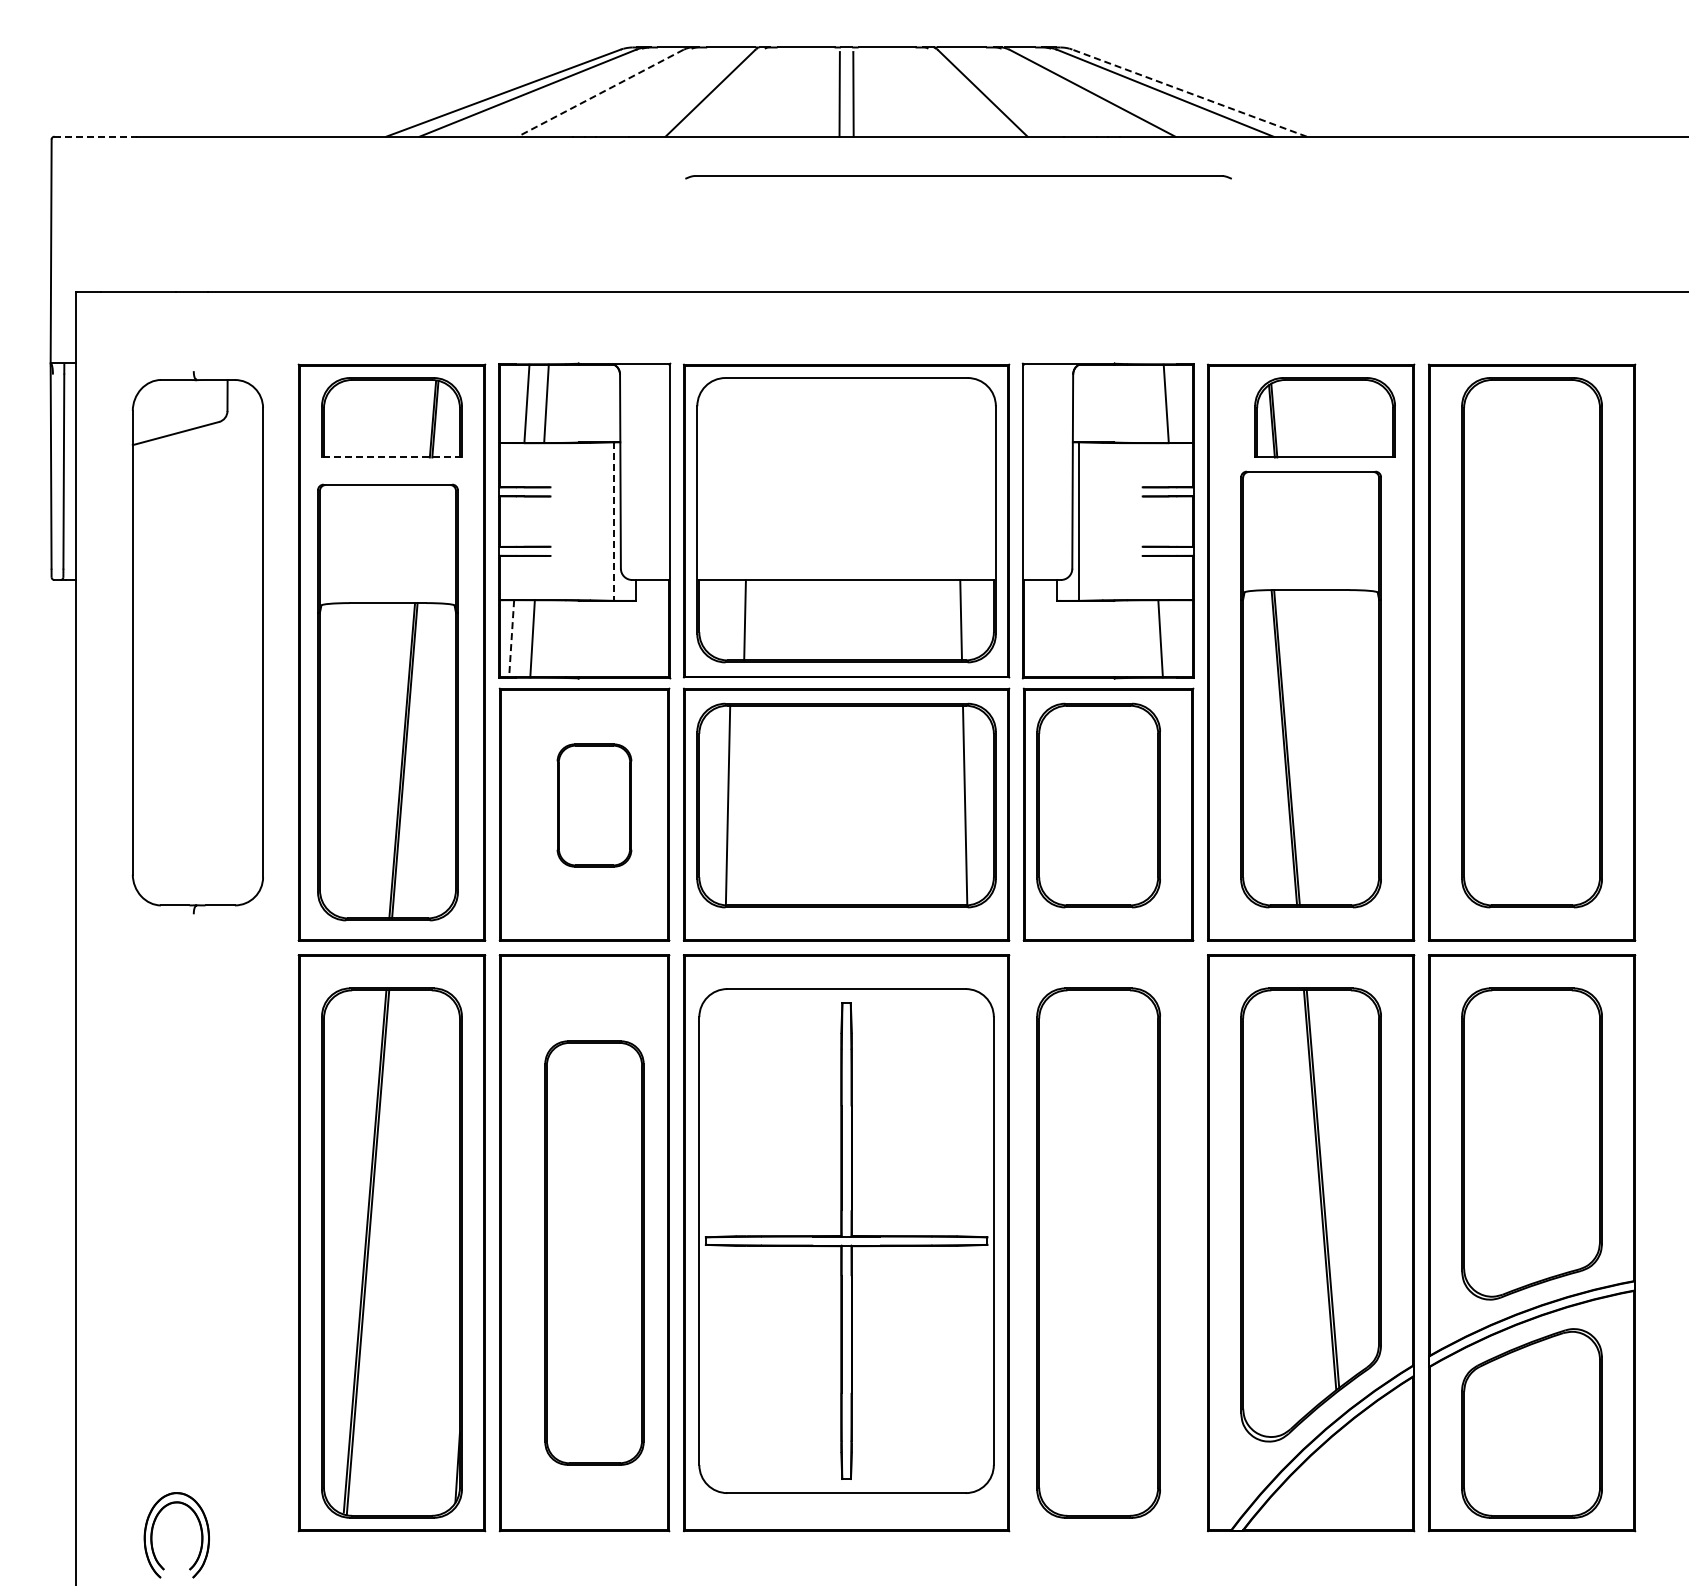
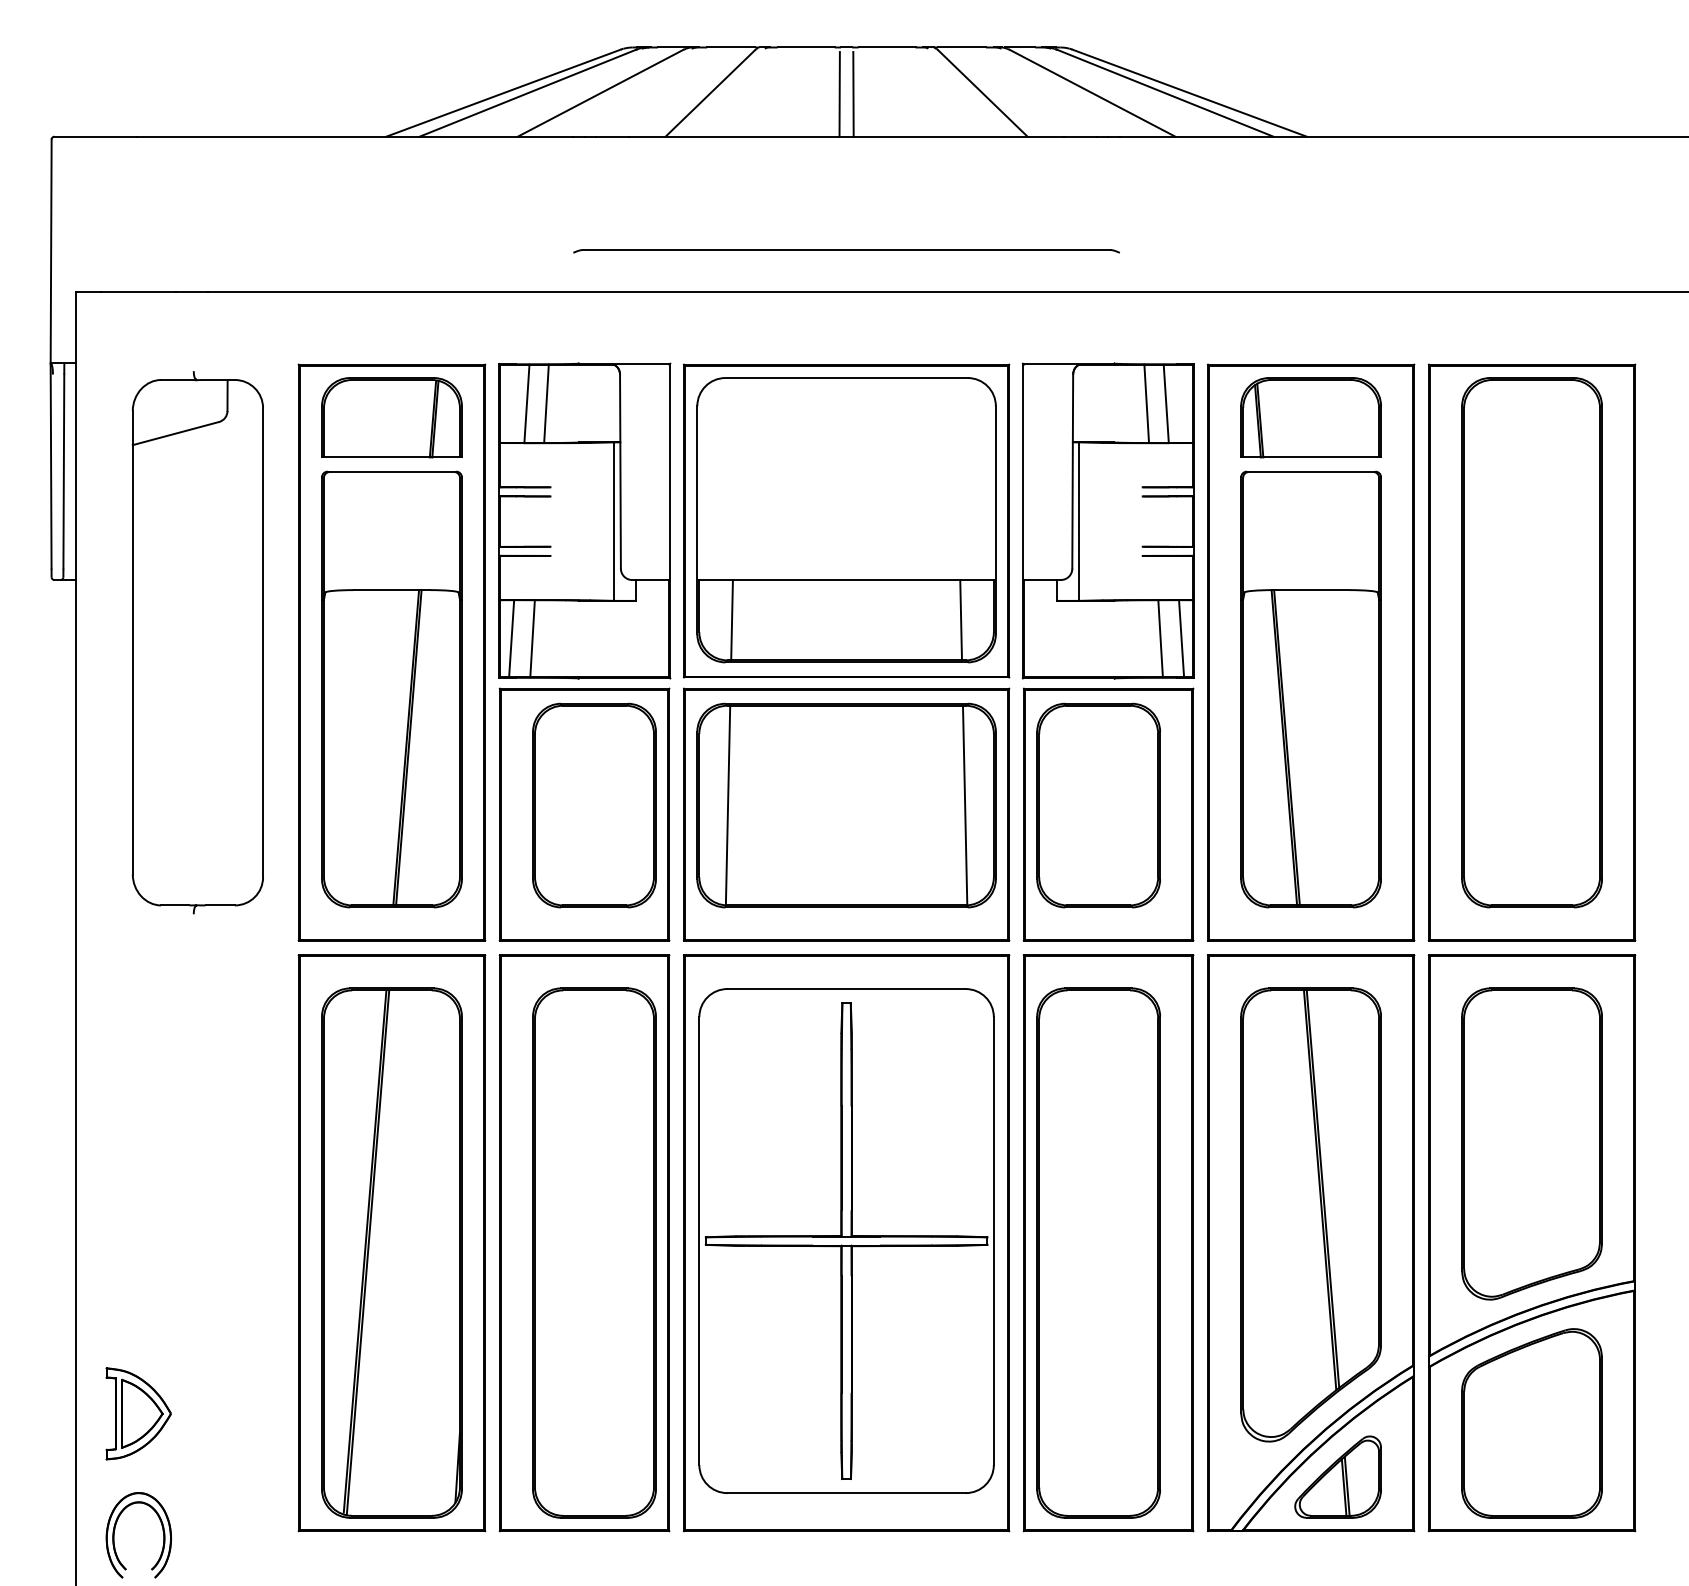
line at (1189, 92): dashed -> solid
line at (600, 93): dashed -> solid
line at (96, 136): dashed -> solid
part at (958, 177) position: (958, 177) -> (846, 251)
line at (1146, 403): none -> present
part at (1324, 417) position: (1324, 417) -> (1310, 417)
line at (391, 457): dashed -> solid
line at (614, 522): dashed -> solid
line at (744, 620) position: (744, 620) -> (731, 620)
line at (511, 638): dashed -> solid
line at (1181, 638): none -> present
part at (387, 702) position: (387, 702) -> (391, 689)
part at (594, 805) size: 77x125 px -> 125x207 px
part at (1108, 1243): none -> present
part at (594, 1252) size: 101x426 px -> 125x532 px
part at (138, 1413): none -> present
part at (1337, 1476): none -> present
part at (153, 1530) position: (153, 1530) -> (115, 1530)
